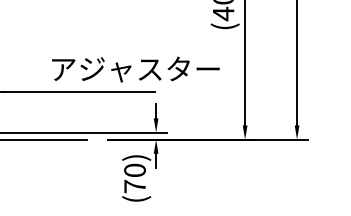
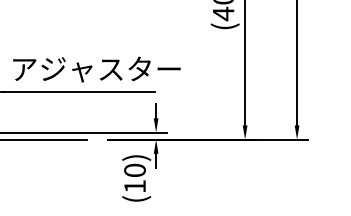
text at (135, 69) position: (135, 69) -> (96, 69)
text at (134, 186): (70) -> (10)
